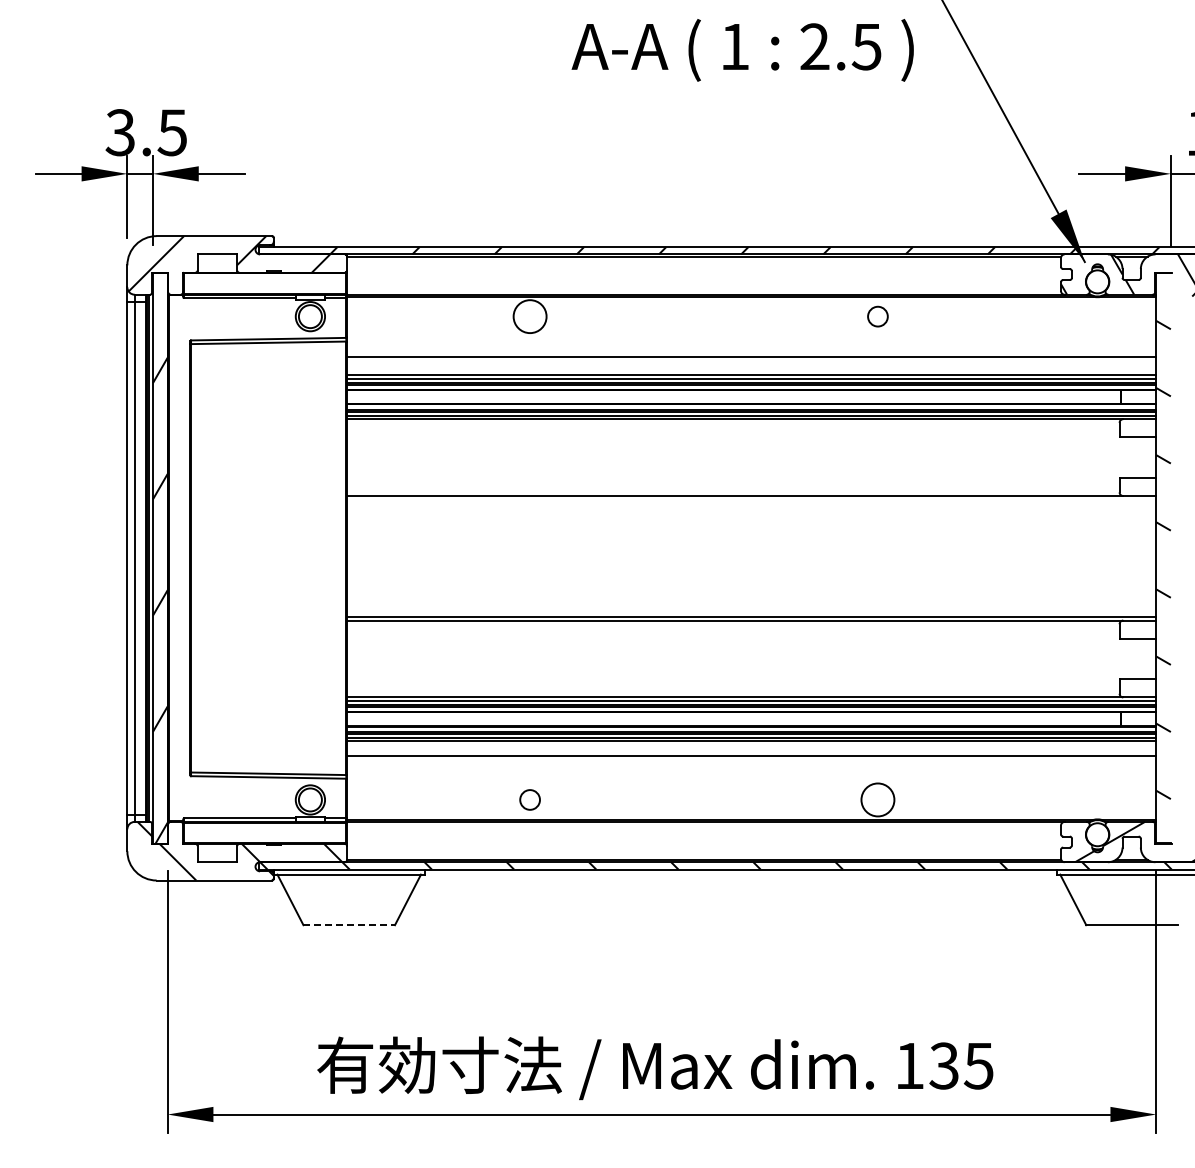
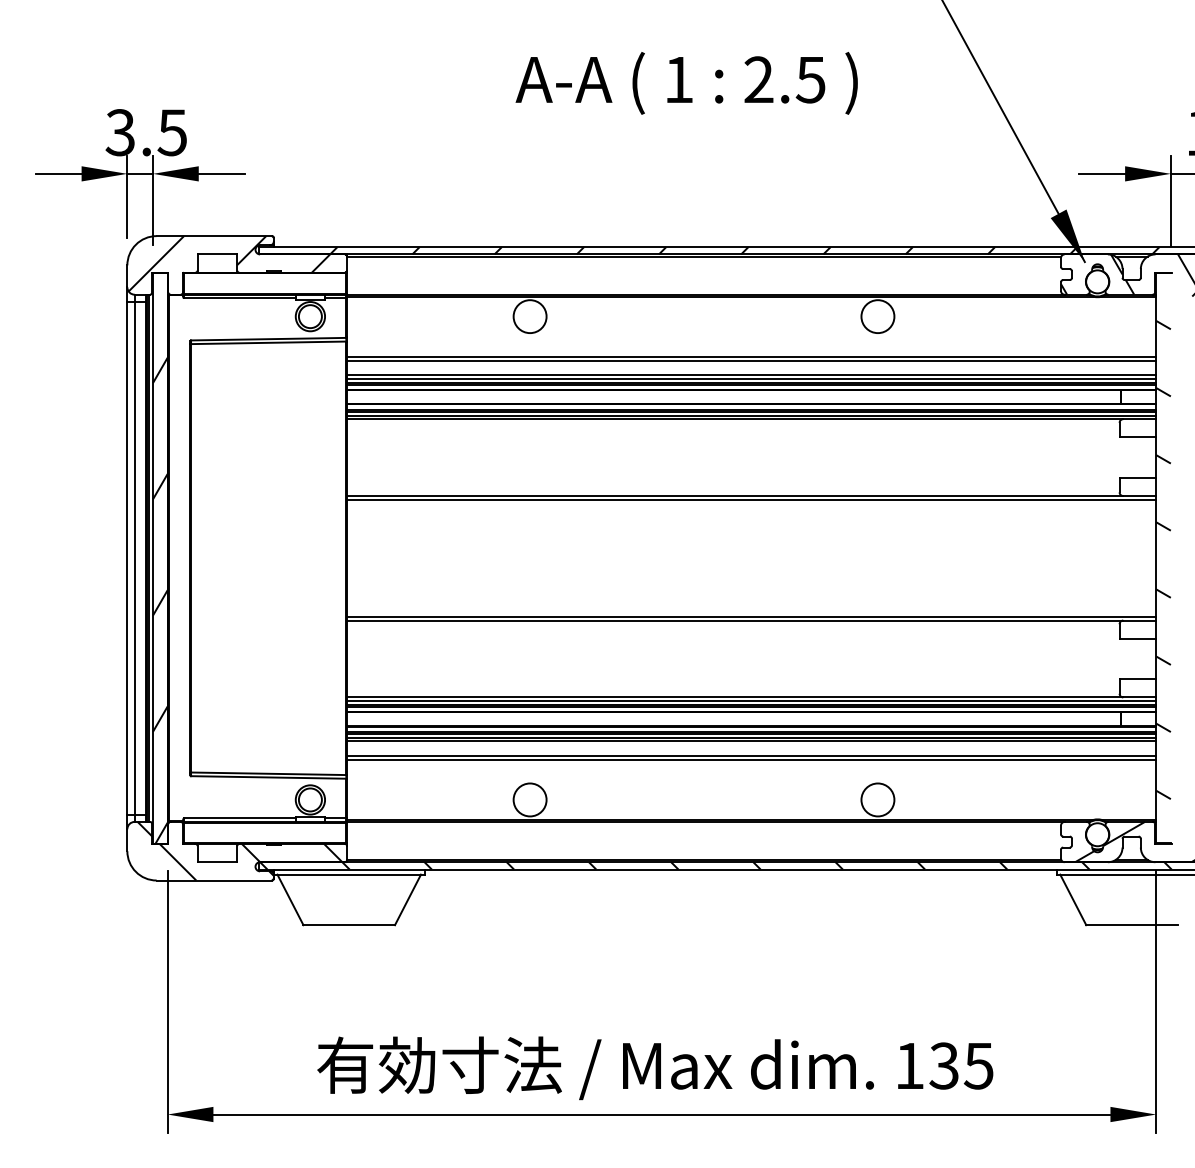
text at (742, 50) position: (742, 50) -> (686, 83)
circle at (877, 316) diameter: 20 px -> 33 px
line at (751, 360): none -> present
line at (751, 499): none -> present
line at (751, 759): none -> present
circle at (530, 799) diameter: 20 px -> 33 px
line at (349, 925): dashed -> solid
